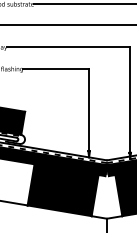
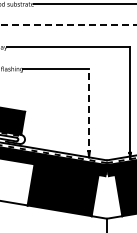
line at (68, 25): solid -> dashed
line at (89, 112): solid -> dashed
